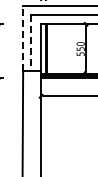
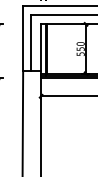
line at (23, 38): dashed -> solid
line at (31, 43): dashed -> solid
